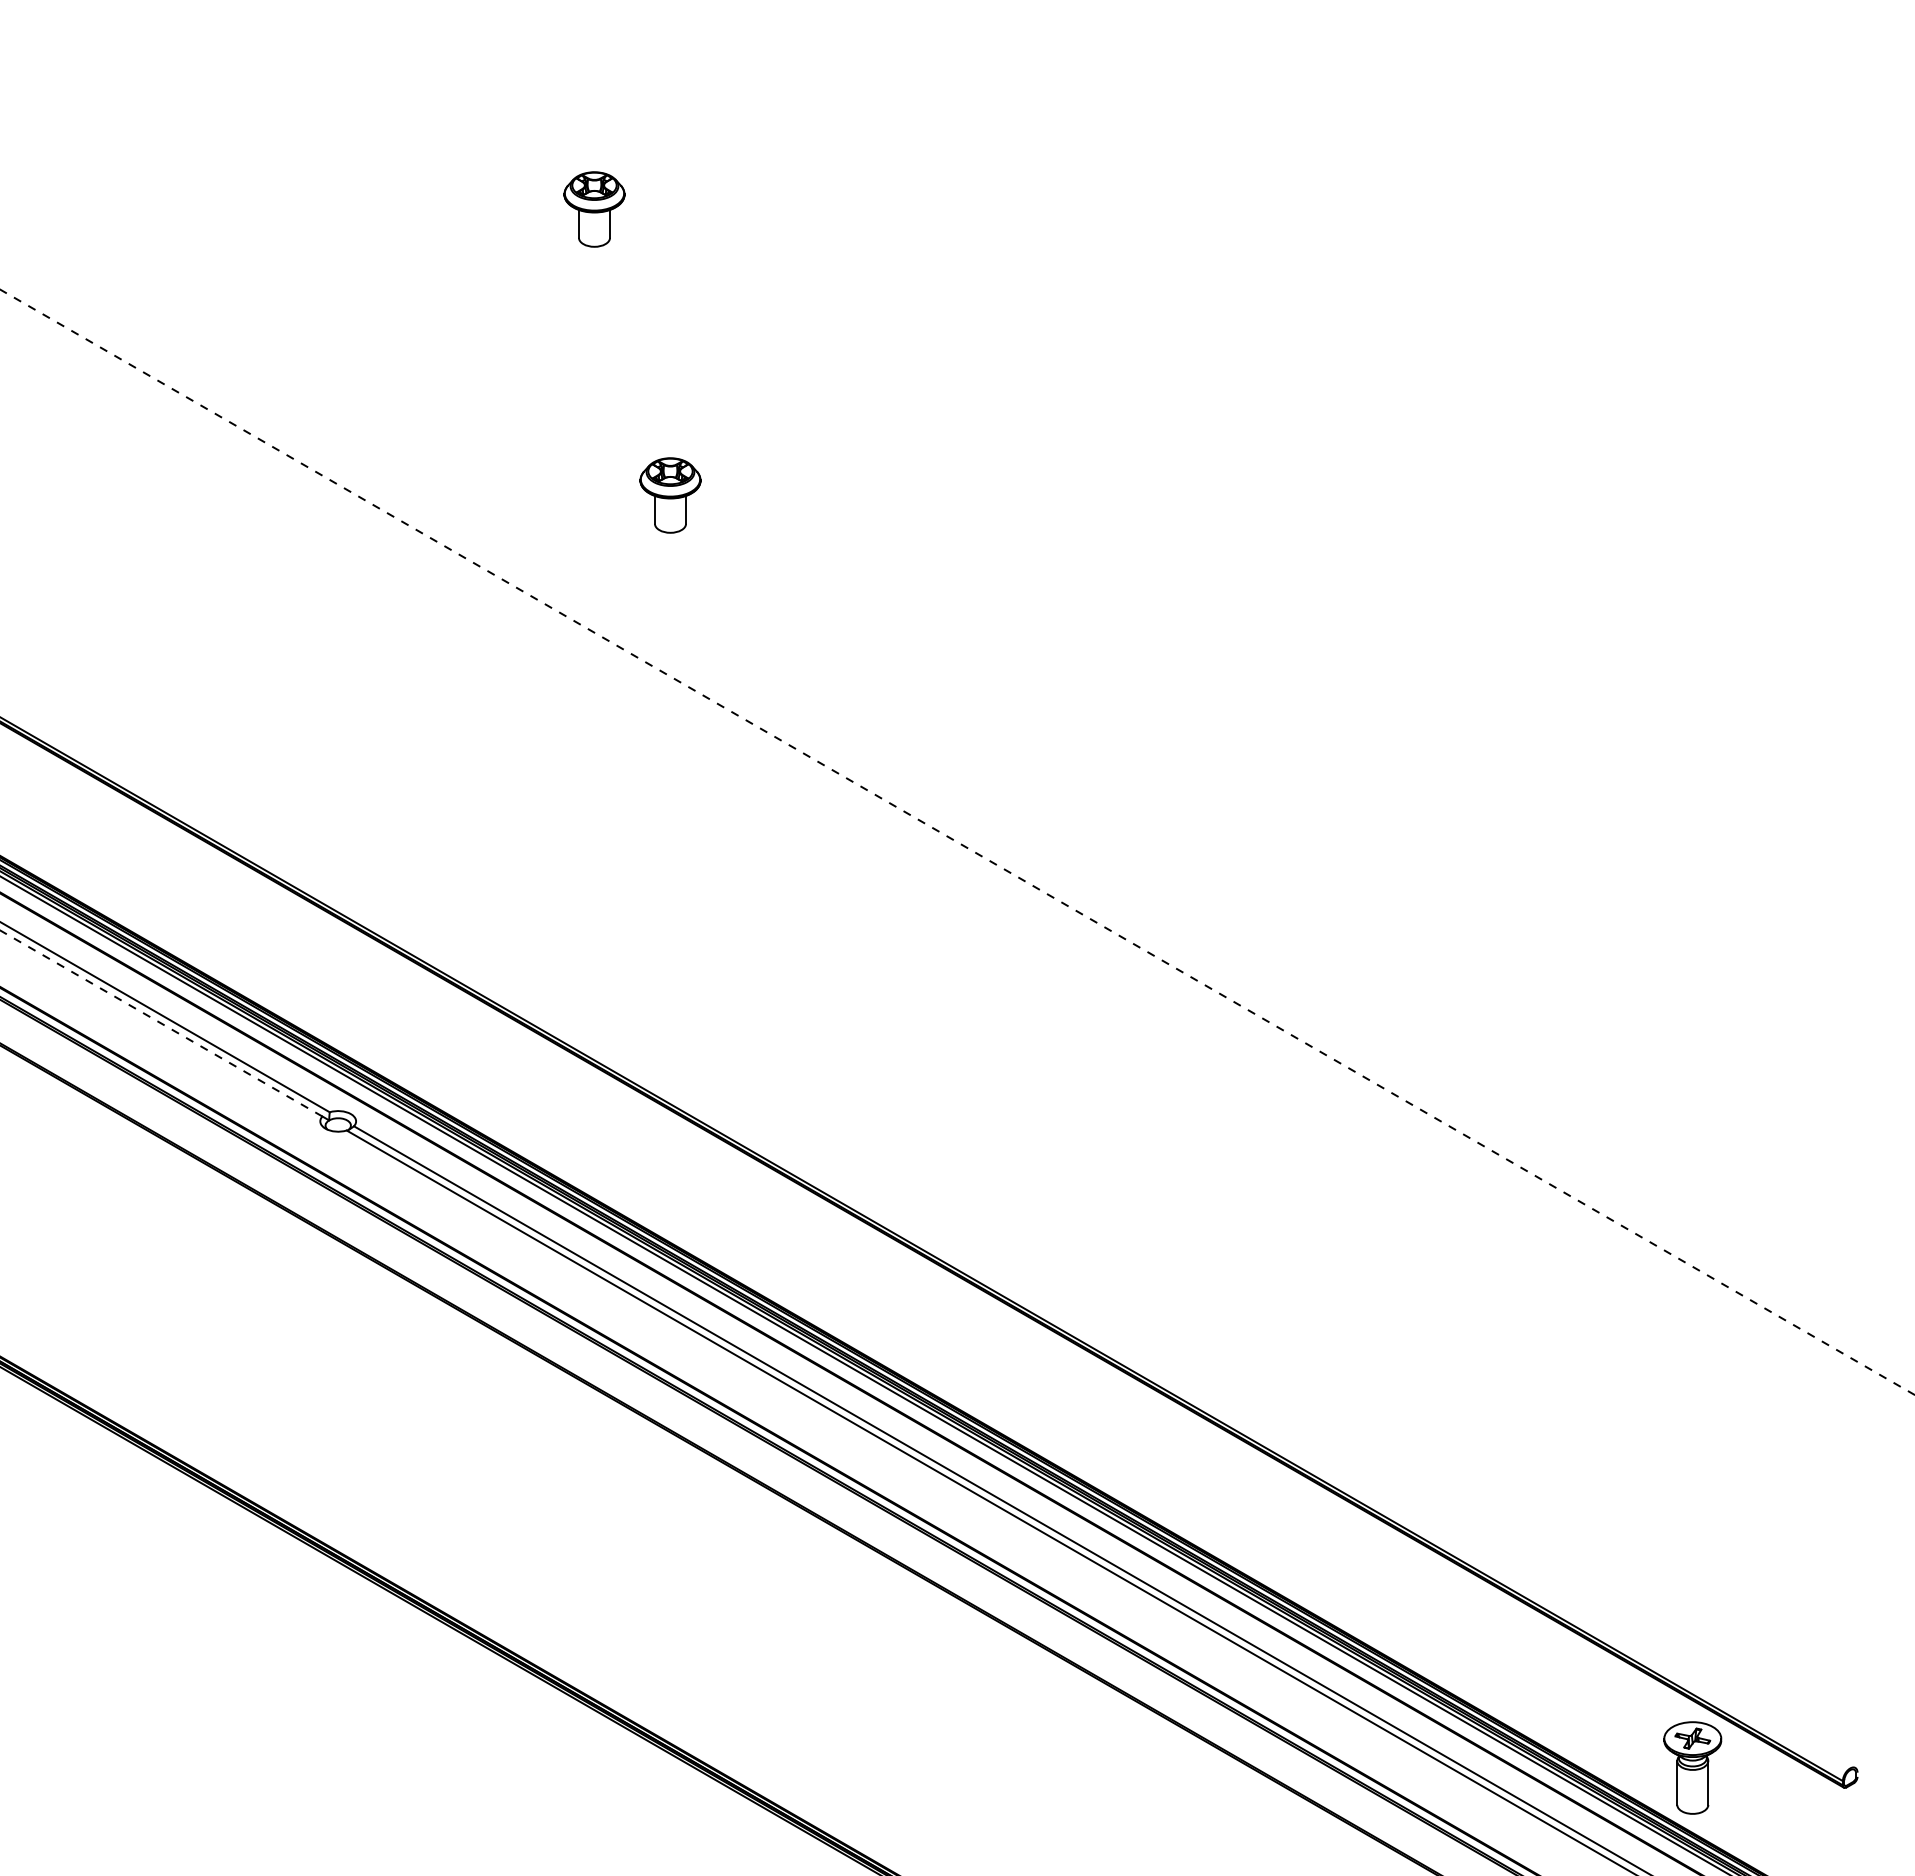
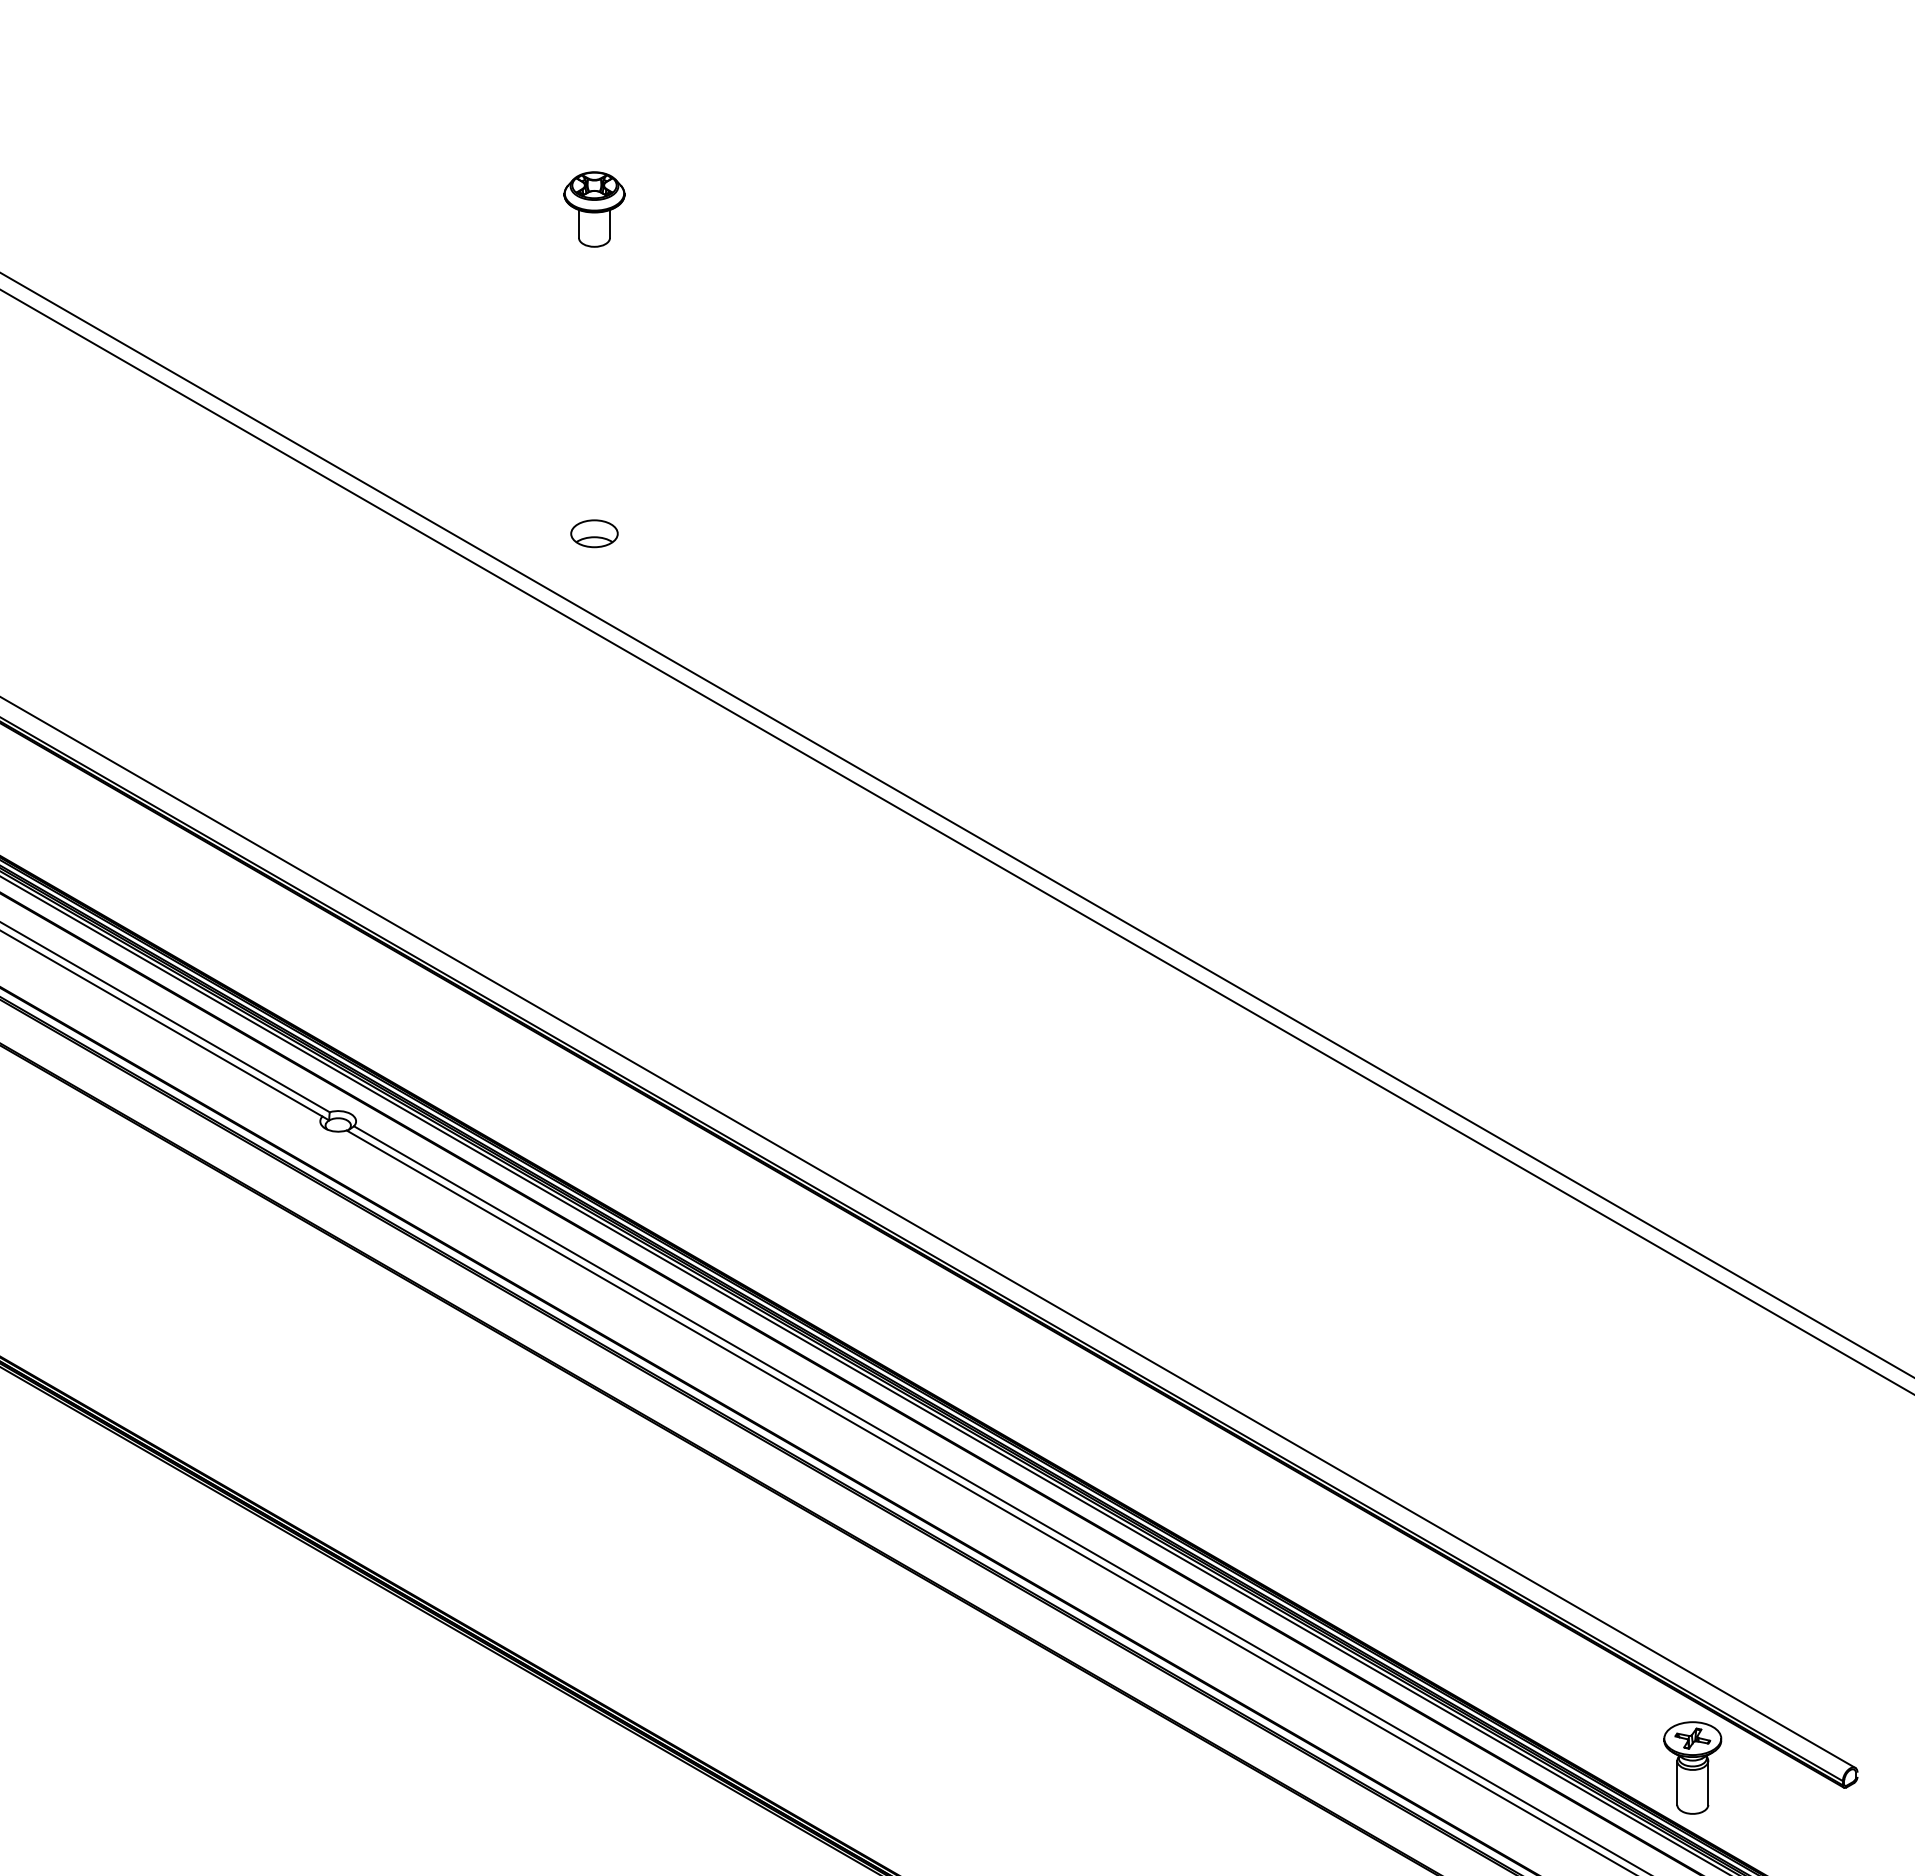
part at (670, 495): present -> none
part at (594, 533): none -> present
line at (956, 825): none -> present
line at (958, 842): dashed -> solid
line at (161, 1023): dashed -> solid
line at (928, 1232): none -> present
